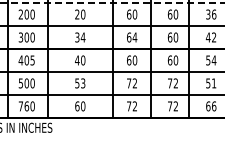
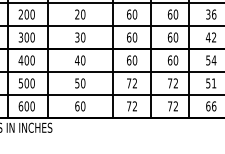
line at (112, 3): dashed -> solid
text at (82, 37): 34 -> 30
text at (134, 37): 64 -> 60
text at (32, 60): 405 -> 400
text at (83, 83): 53 -> 50
text at (23, 106): 760 -> 600
